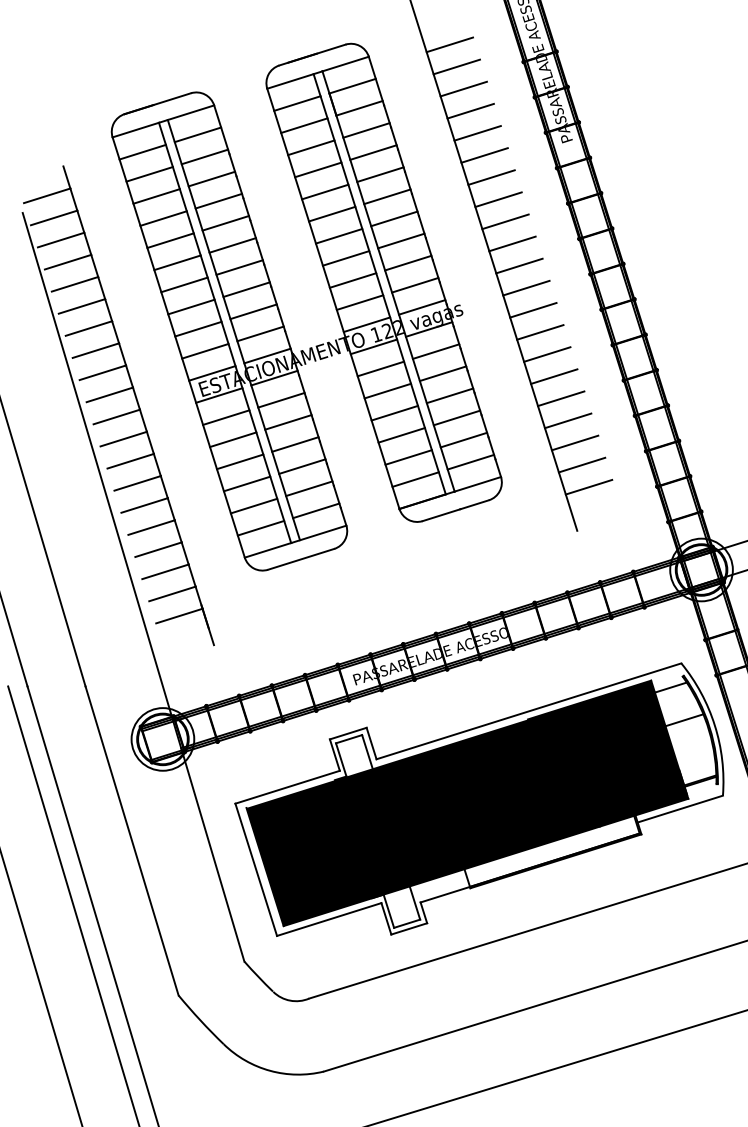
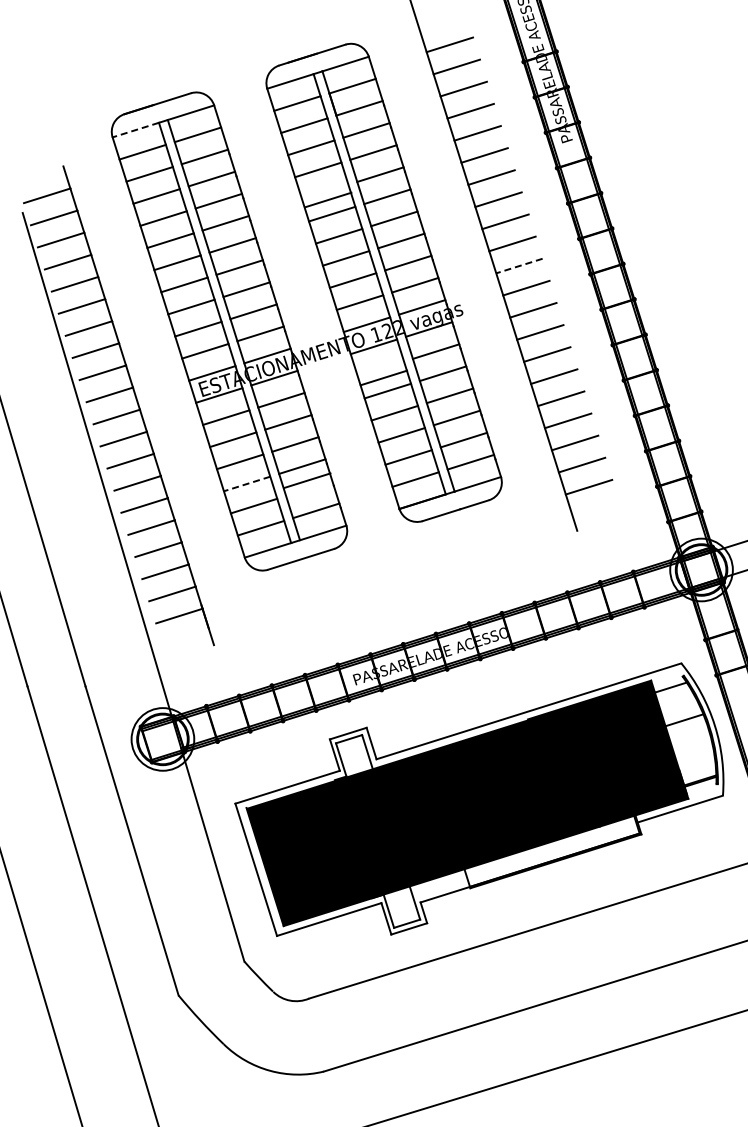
line at (135, 130): solid -> dashed
line at (325, 191) position: (325, 191) -> (328, 199)
line at (518, 266): solid -> dashed
line at (380, 368) position: (380, 368) -> (383, 377)
line at (246, 484): solid -> dashed
line at (309, 488) position: (309, 488) -> (307, 480)
line at (73, 904): present -> none
